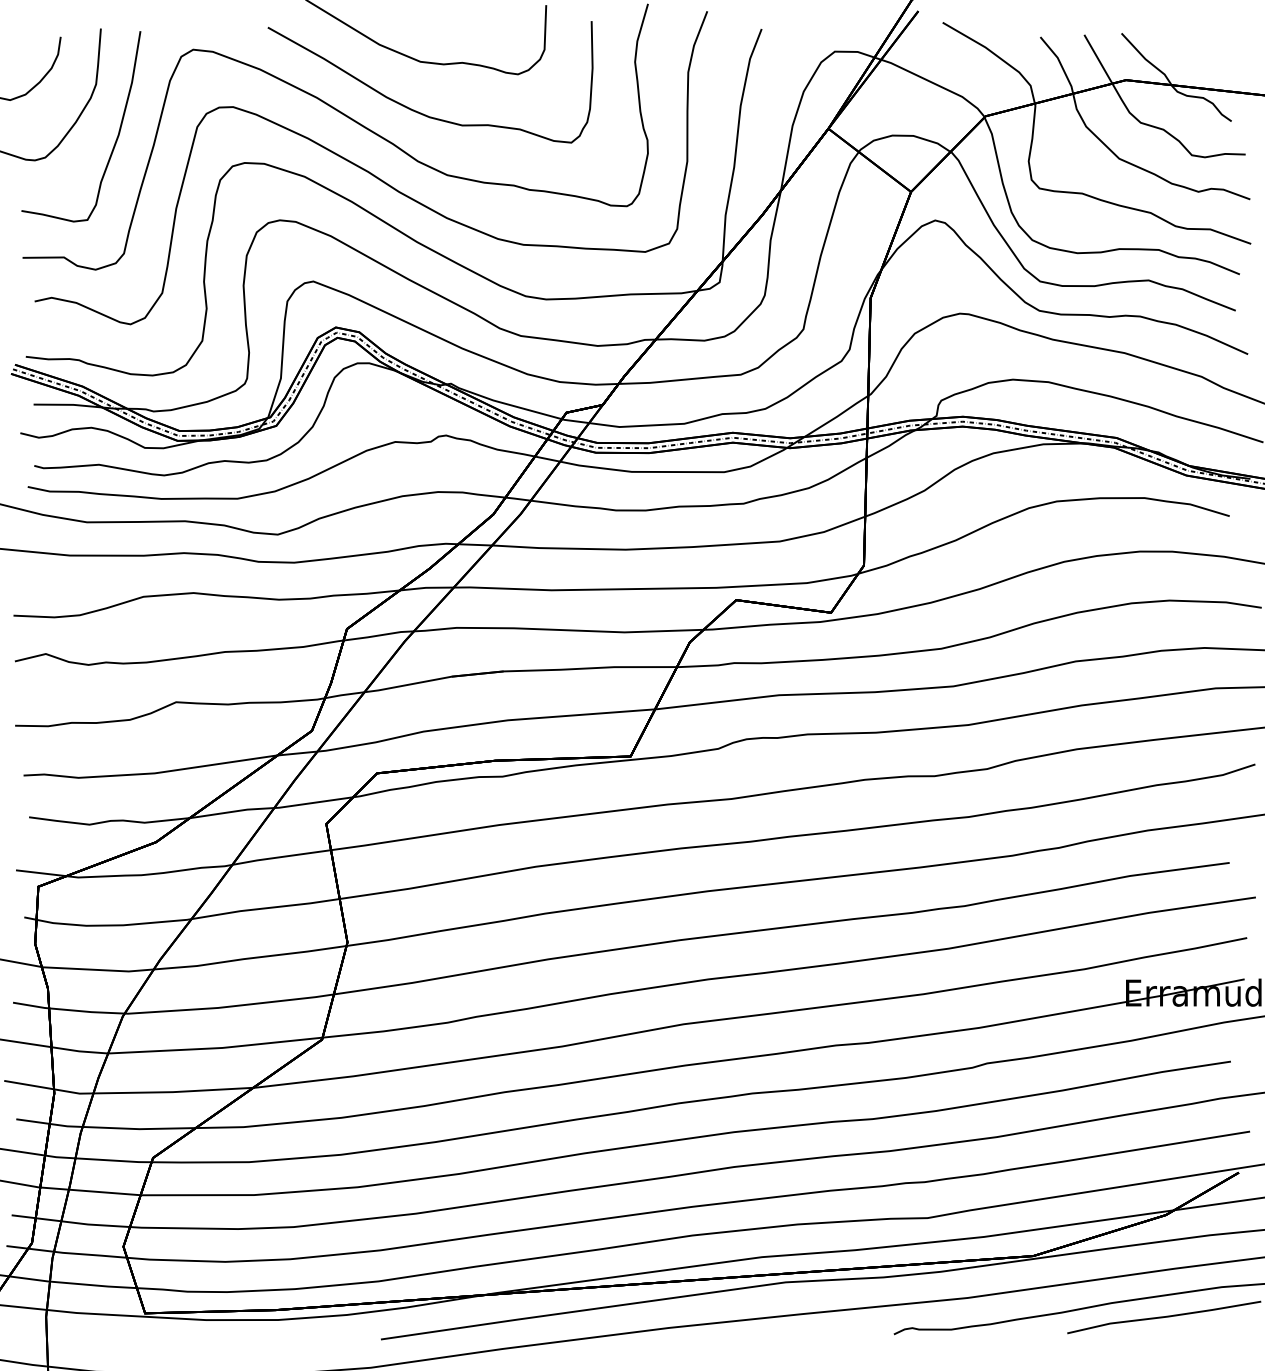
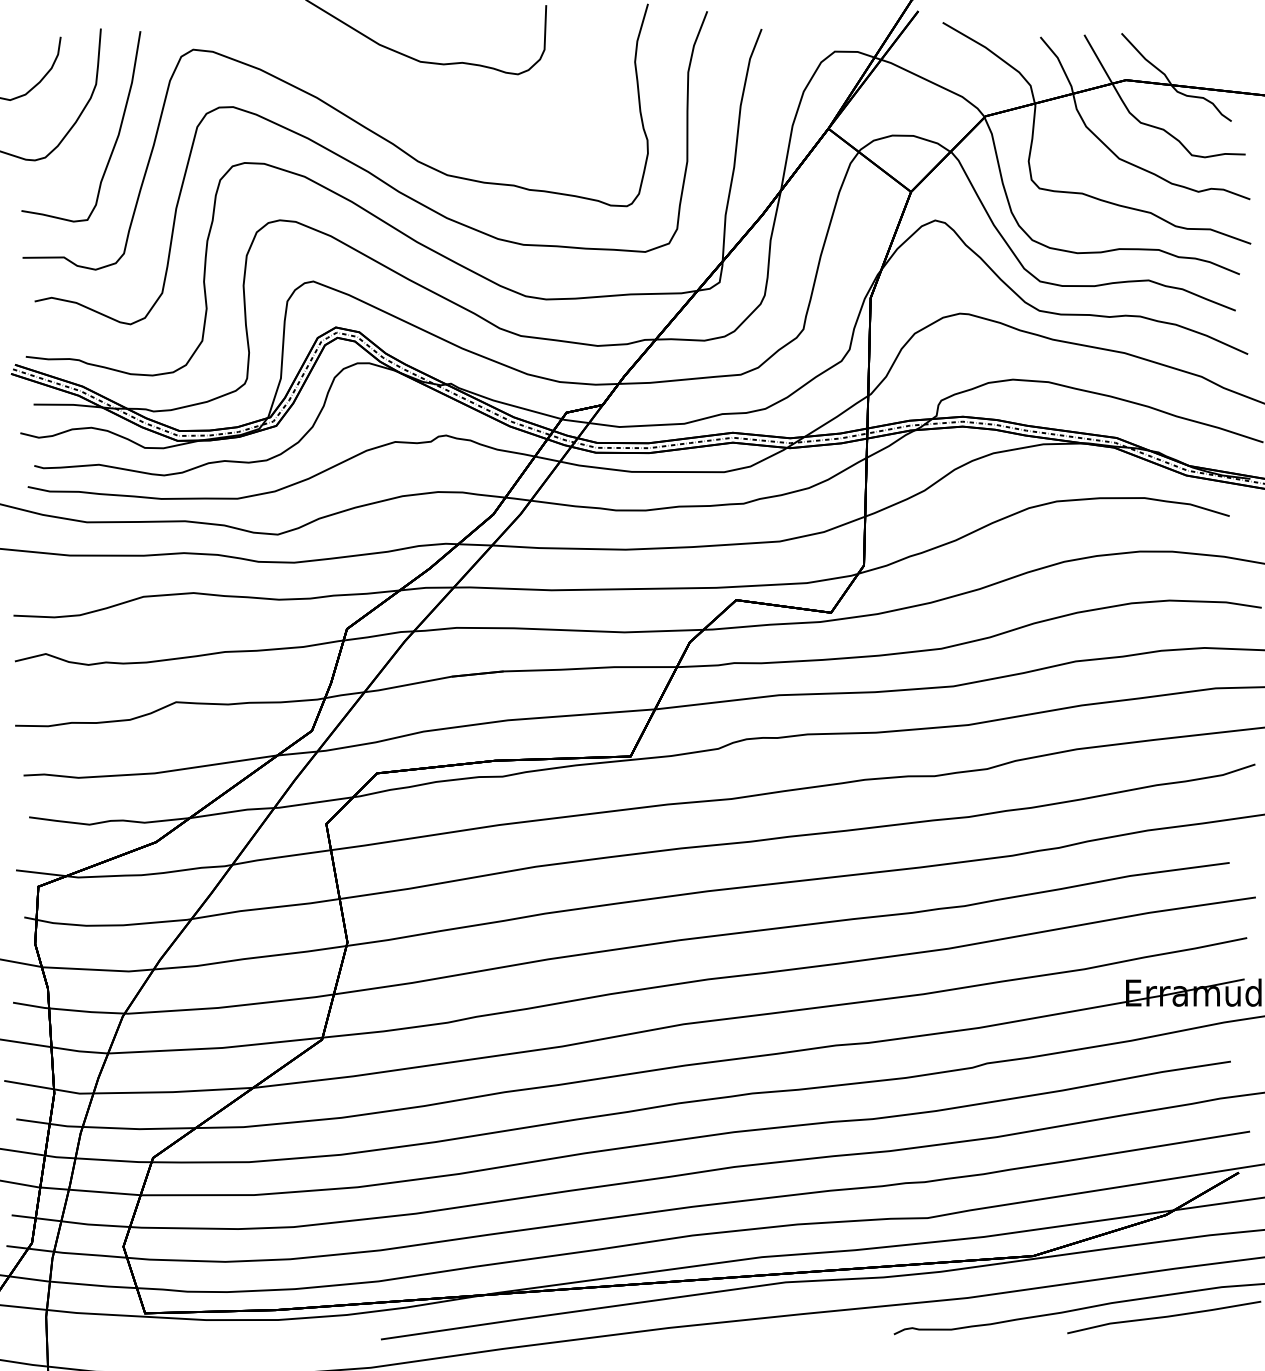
curve at (416, 110): present -> none
